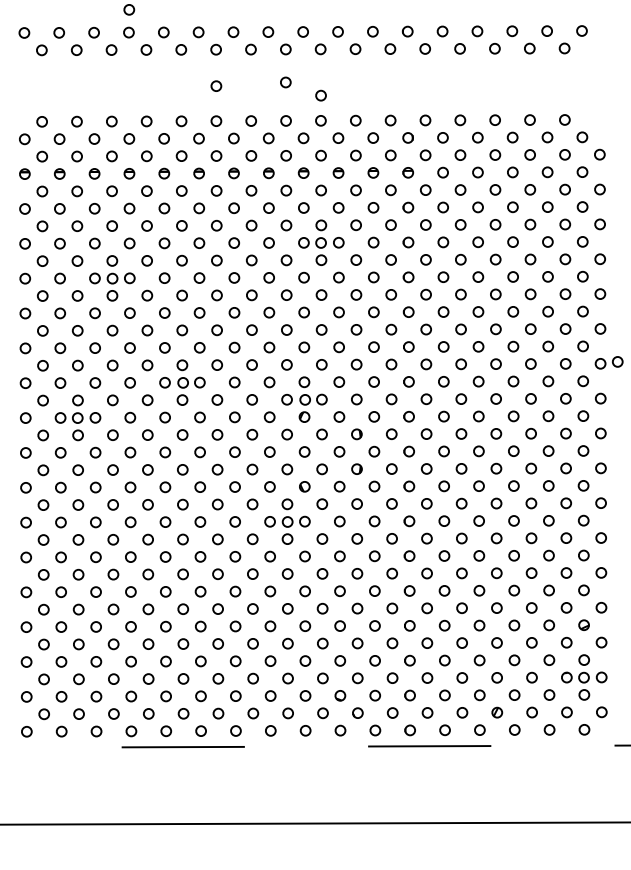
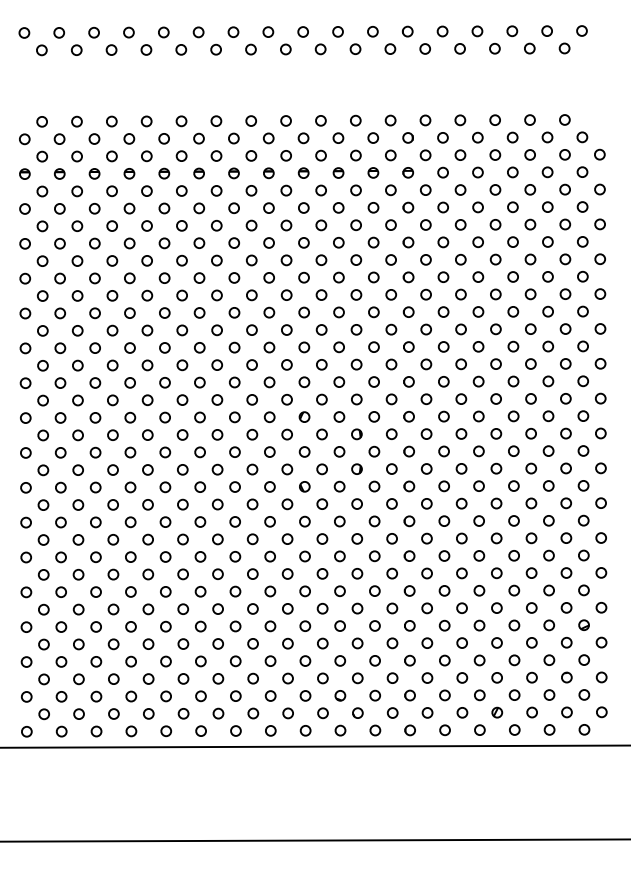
circle at (129, 9): present -> none
circle at (285, 82): present -> none
circle at (216, 85): present -> none
circle at (320, 95): present -> none
circle at (320, 242): present -> none
circle at (112, 278): present -> none
circle at (617, 361): present -> none
circle at (182, 382): present -> none
circle at (304, 399): present -> none
circle at (77, 417): present -> none
circle at (287, 521): present -> none
circle at (583, 677): present -> none
line at (315, 746): dashed -> solid
line at (314, 823) position: (314, 823) -> (314, 840)
